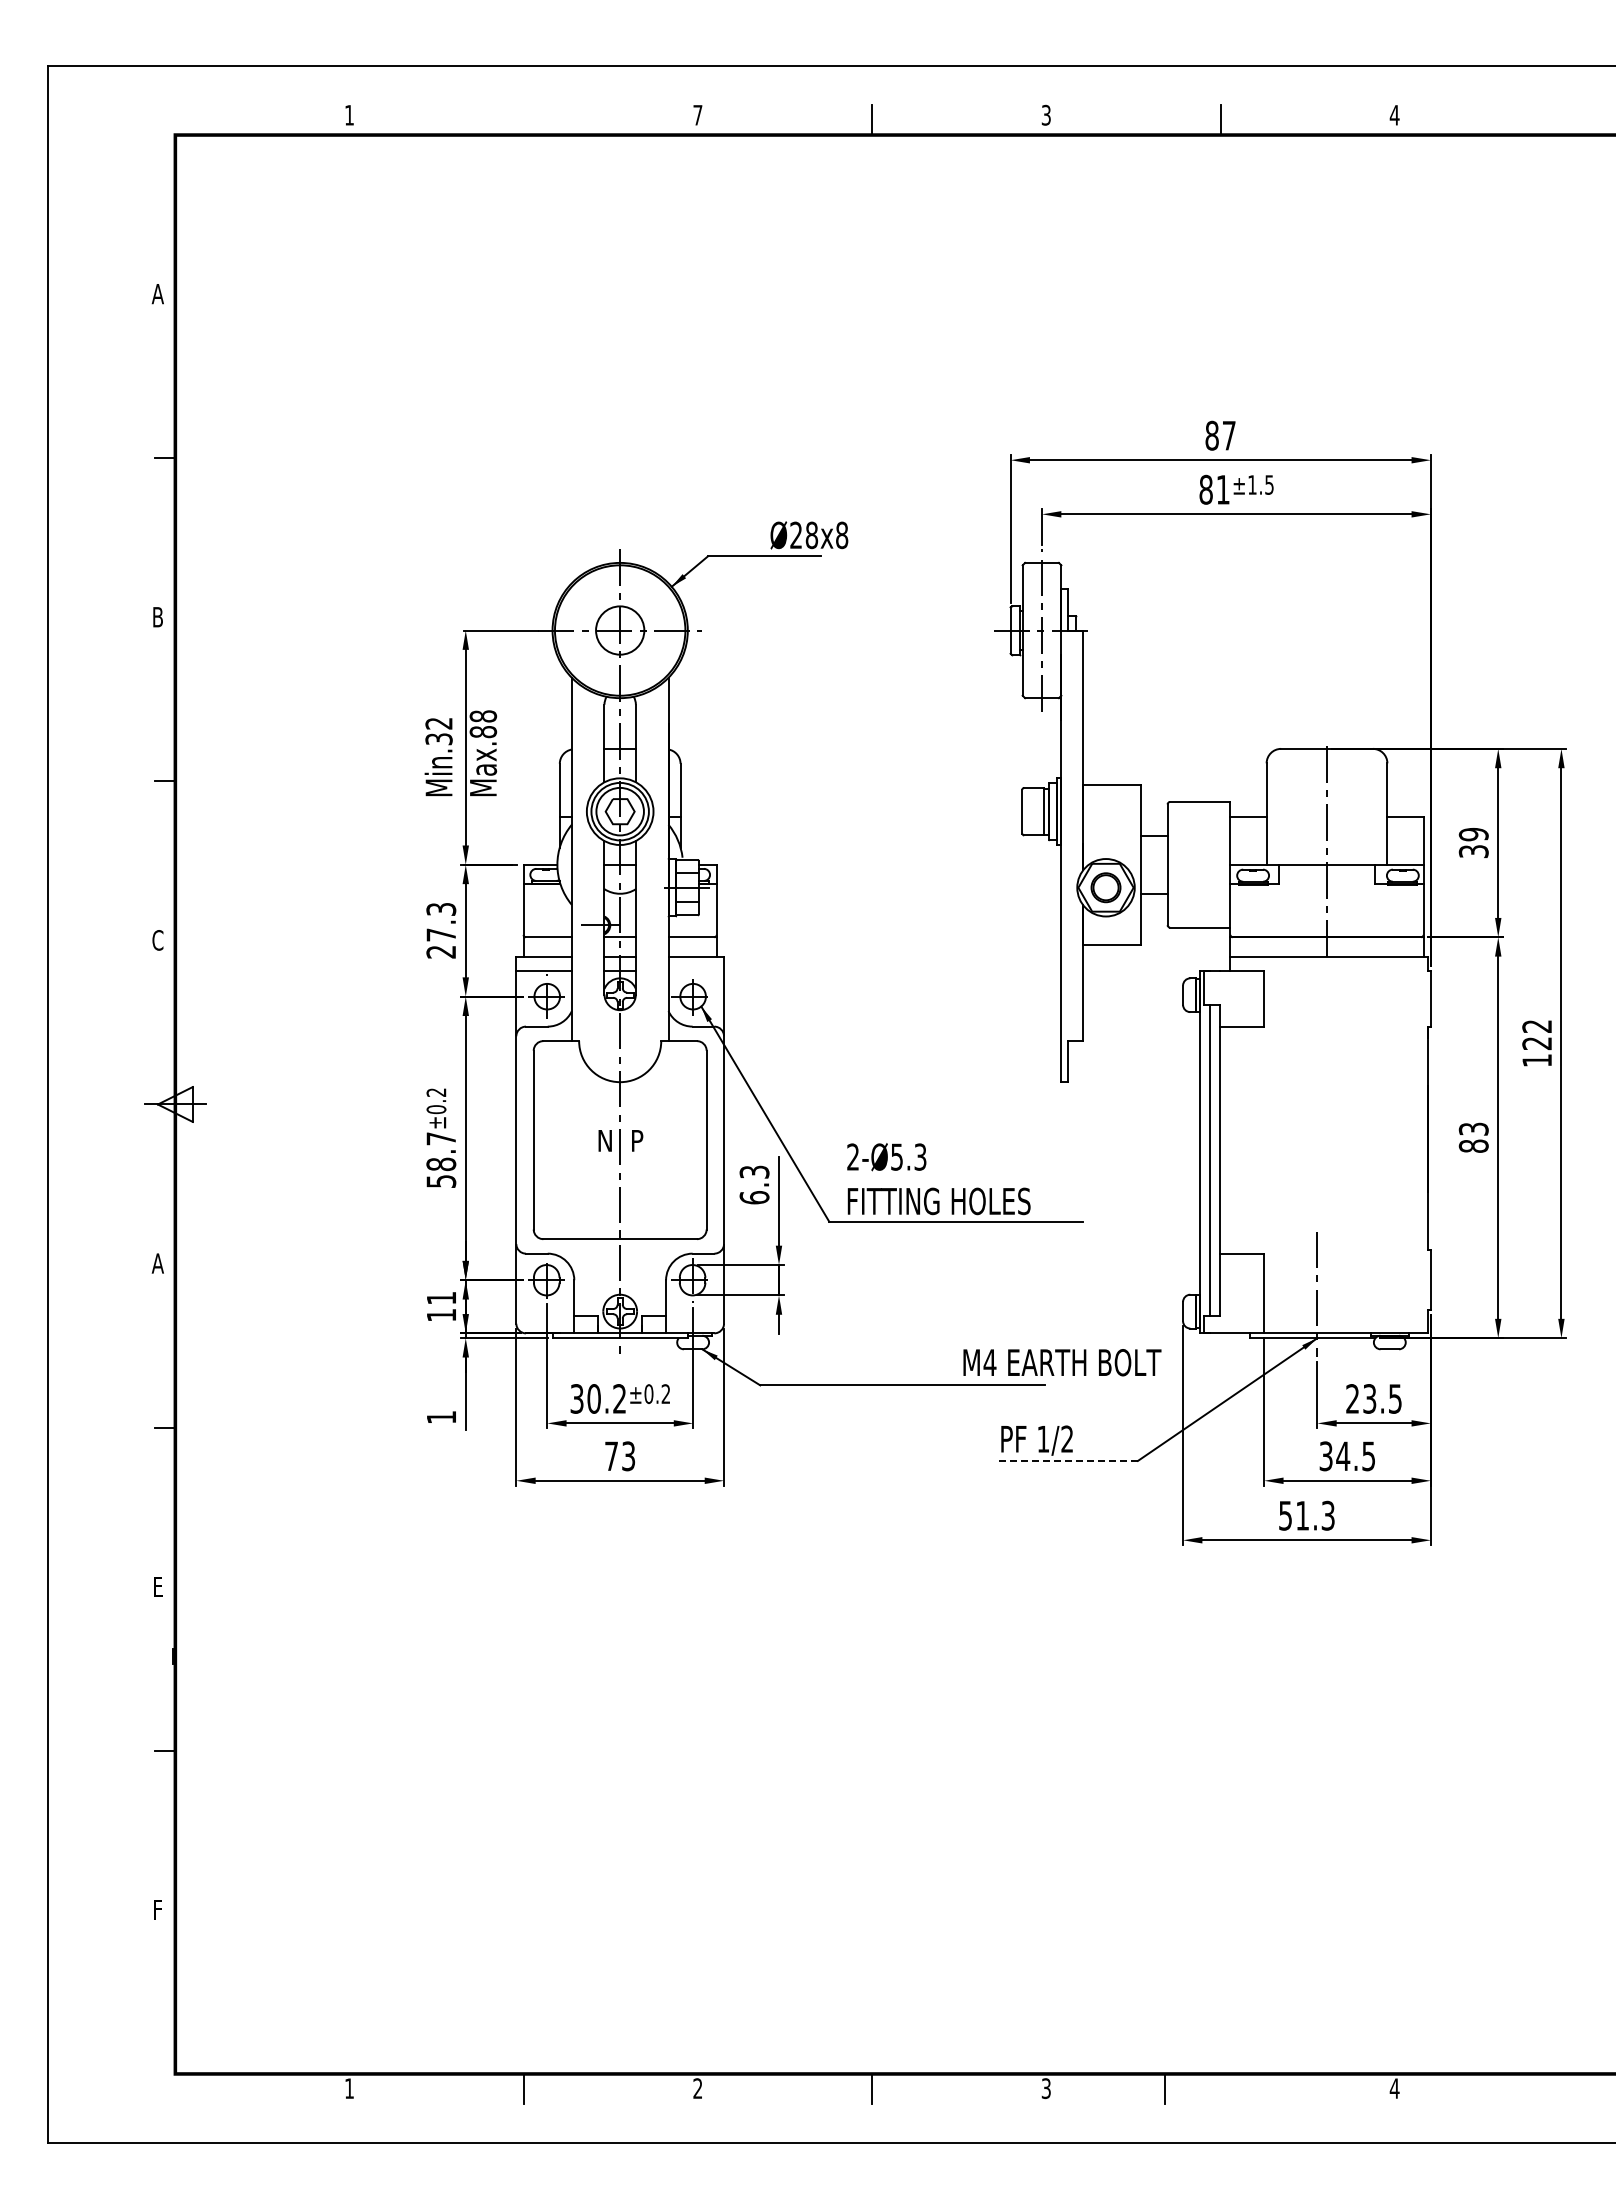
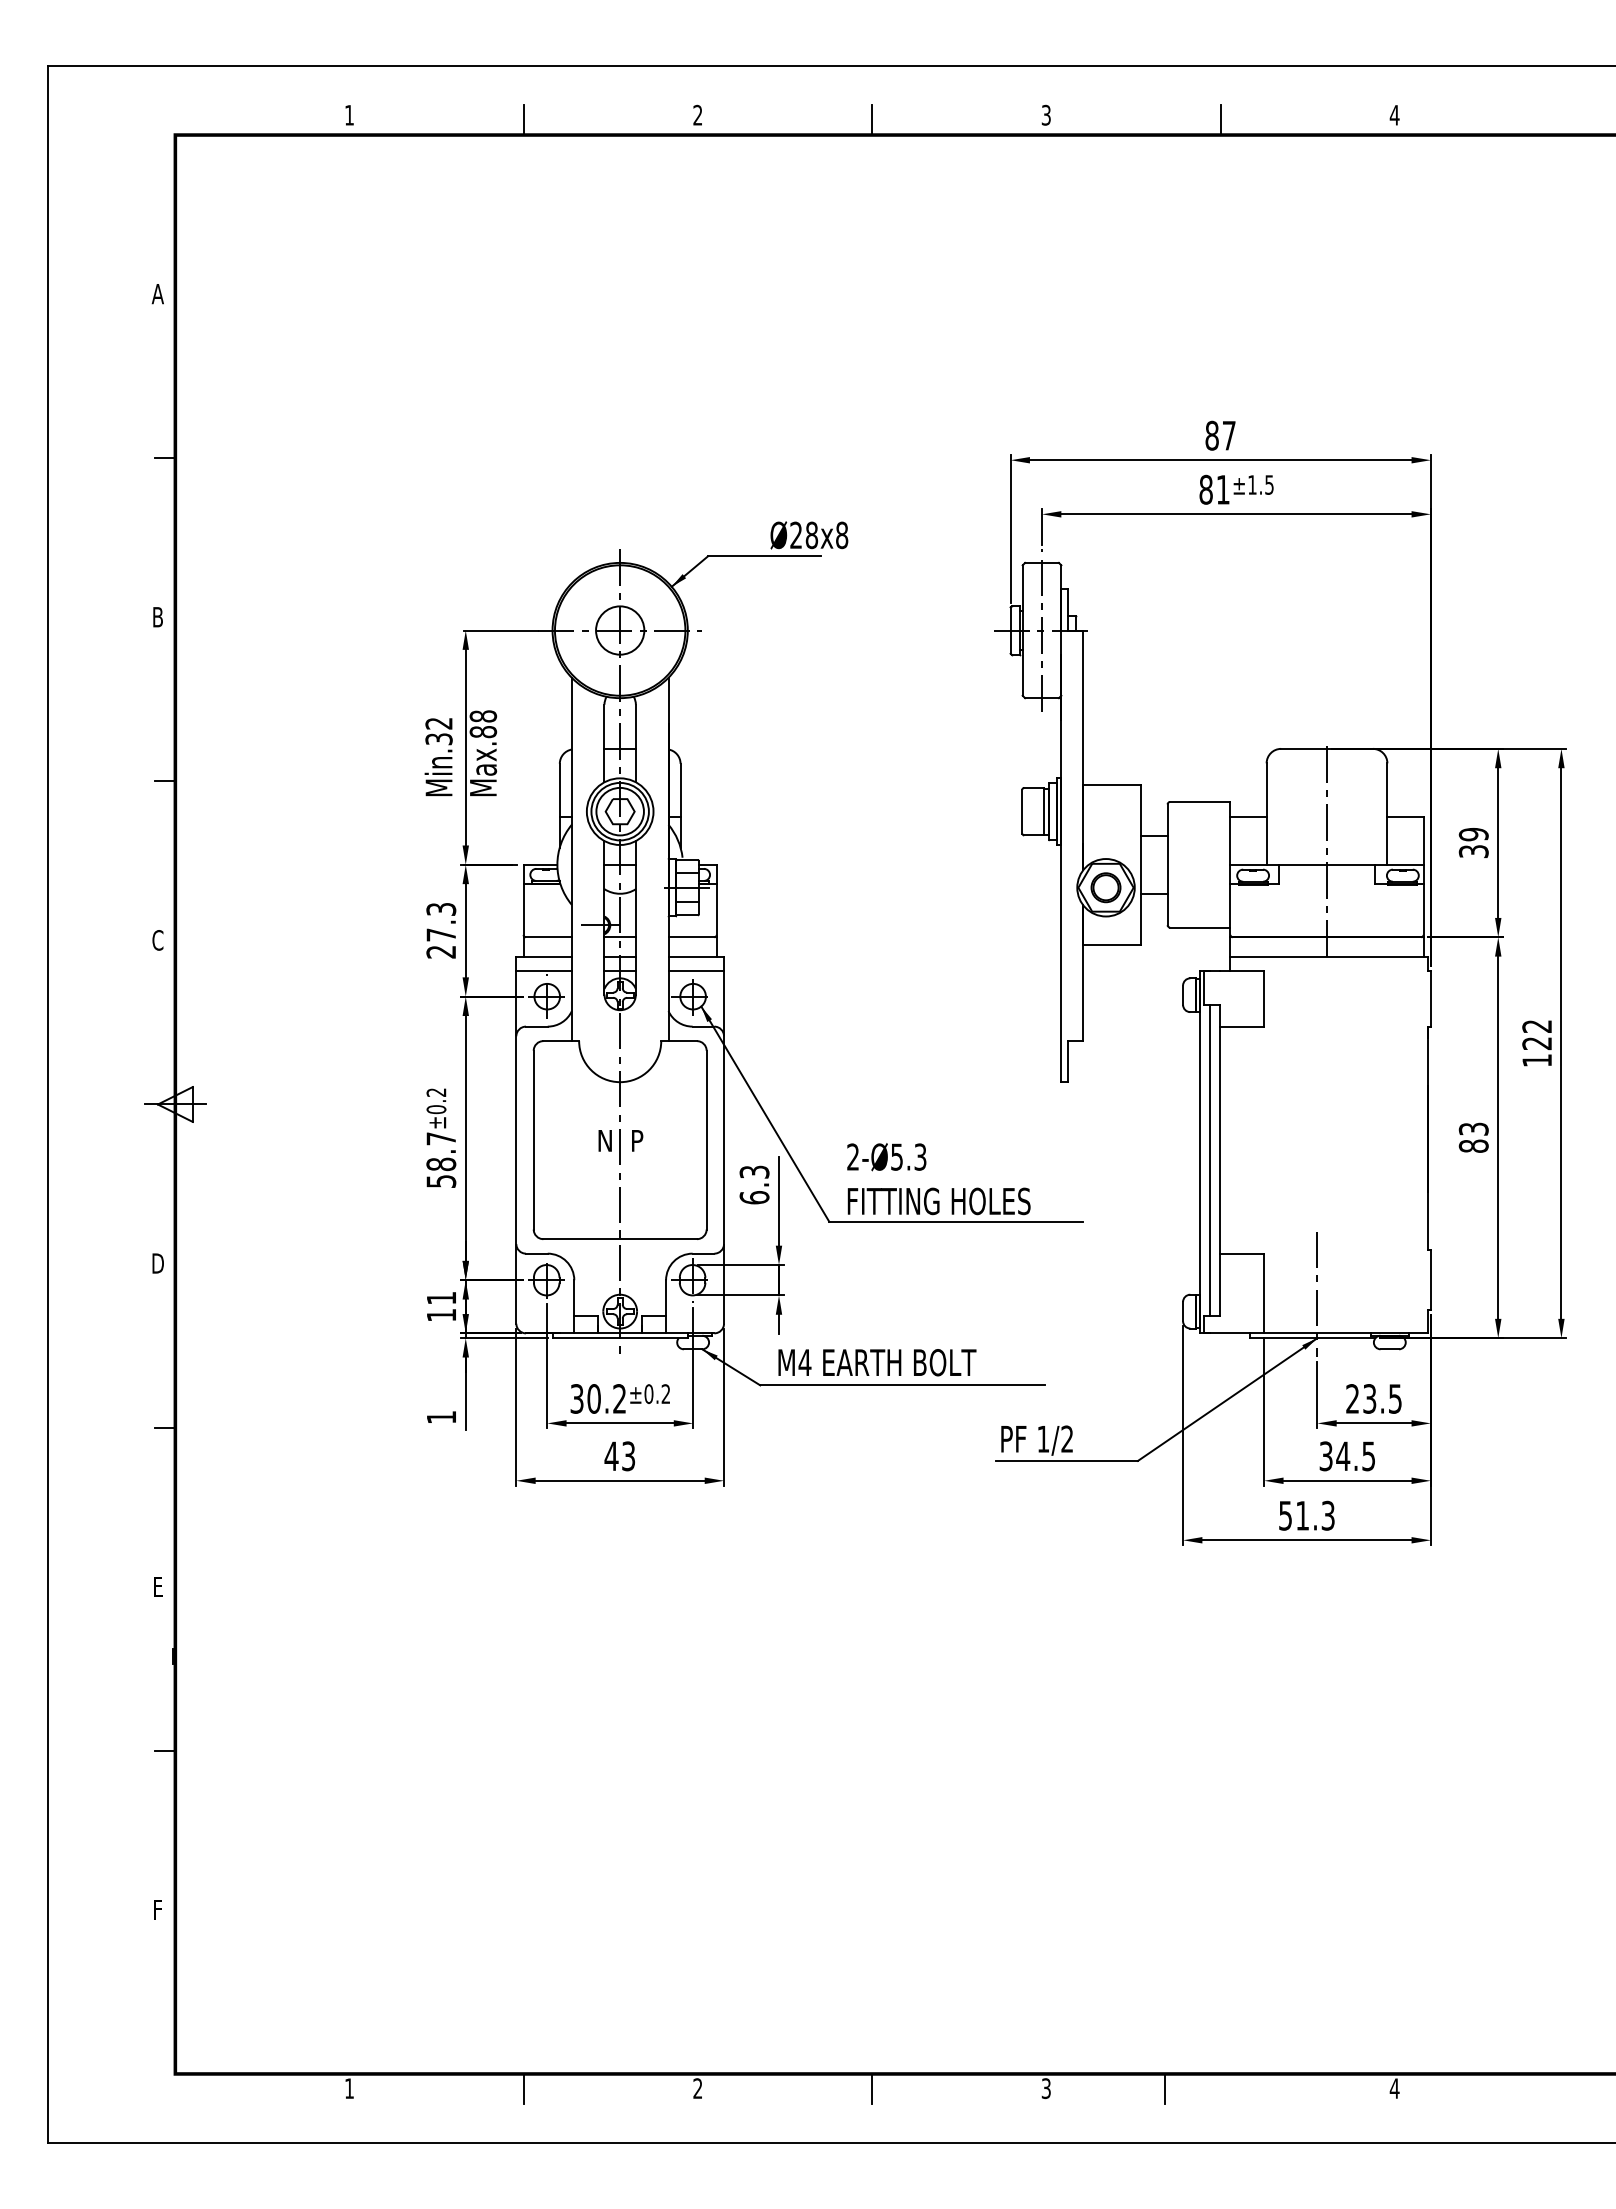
text at (697, 114): 7 -> 2
line at (523, 119): none -> present
line at (696, 971): none -> present
text at (157, 1263): A -> D
text at (1062, 1362) position: (1062, 1362) -> (877, 1362)
text at (611, 1455): 73 -> 43
line at (1066, 1460): dashed -> solid
